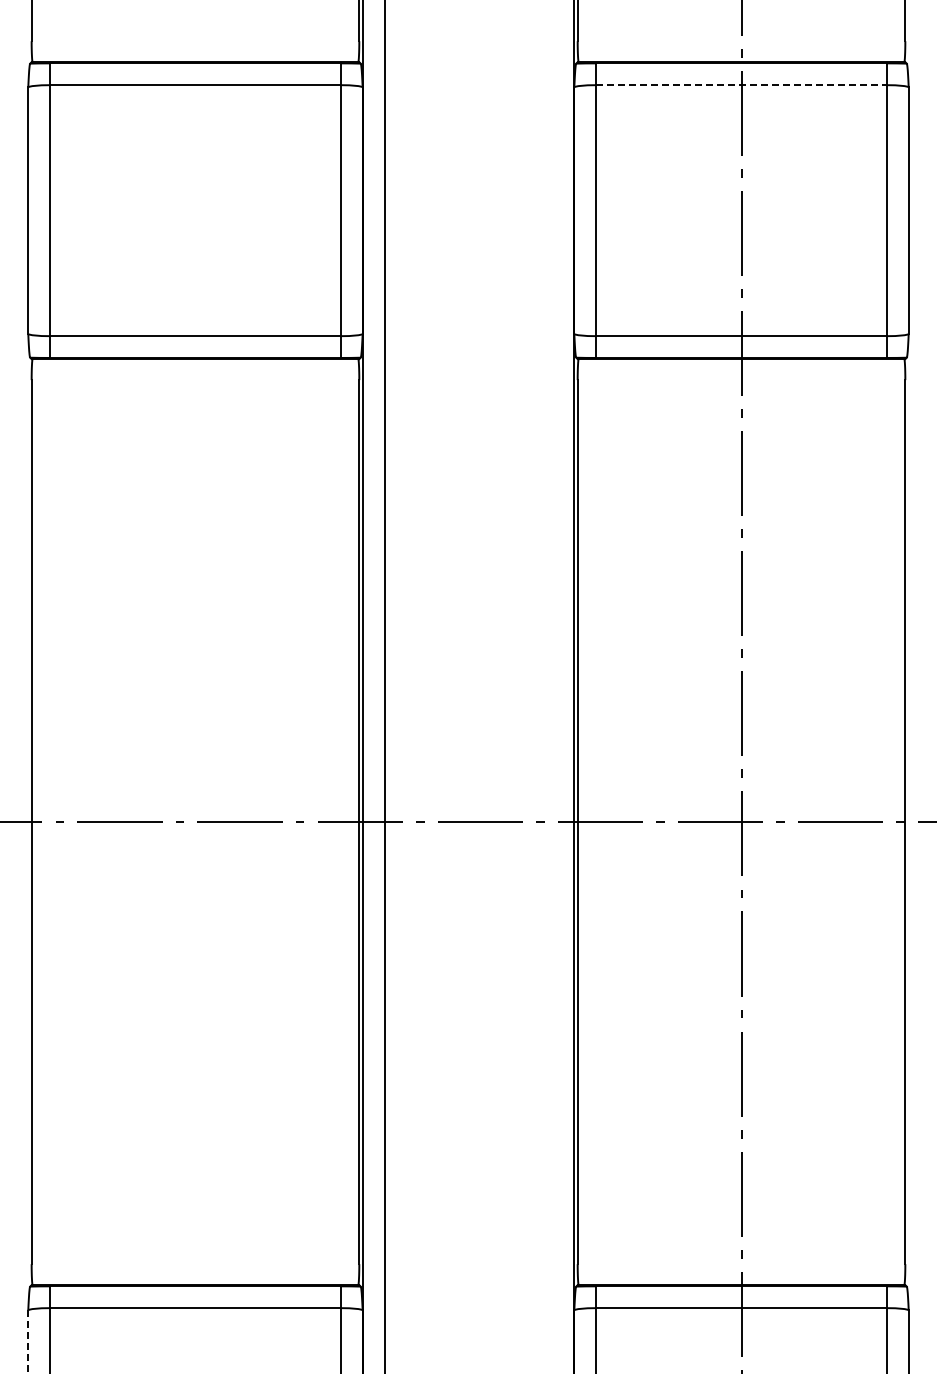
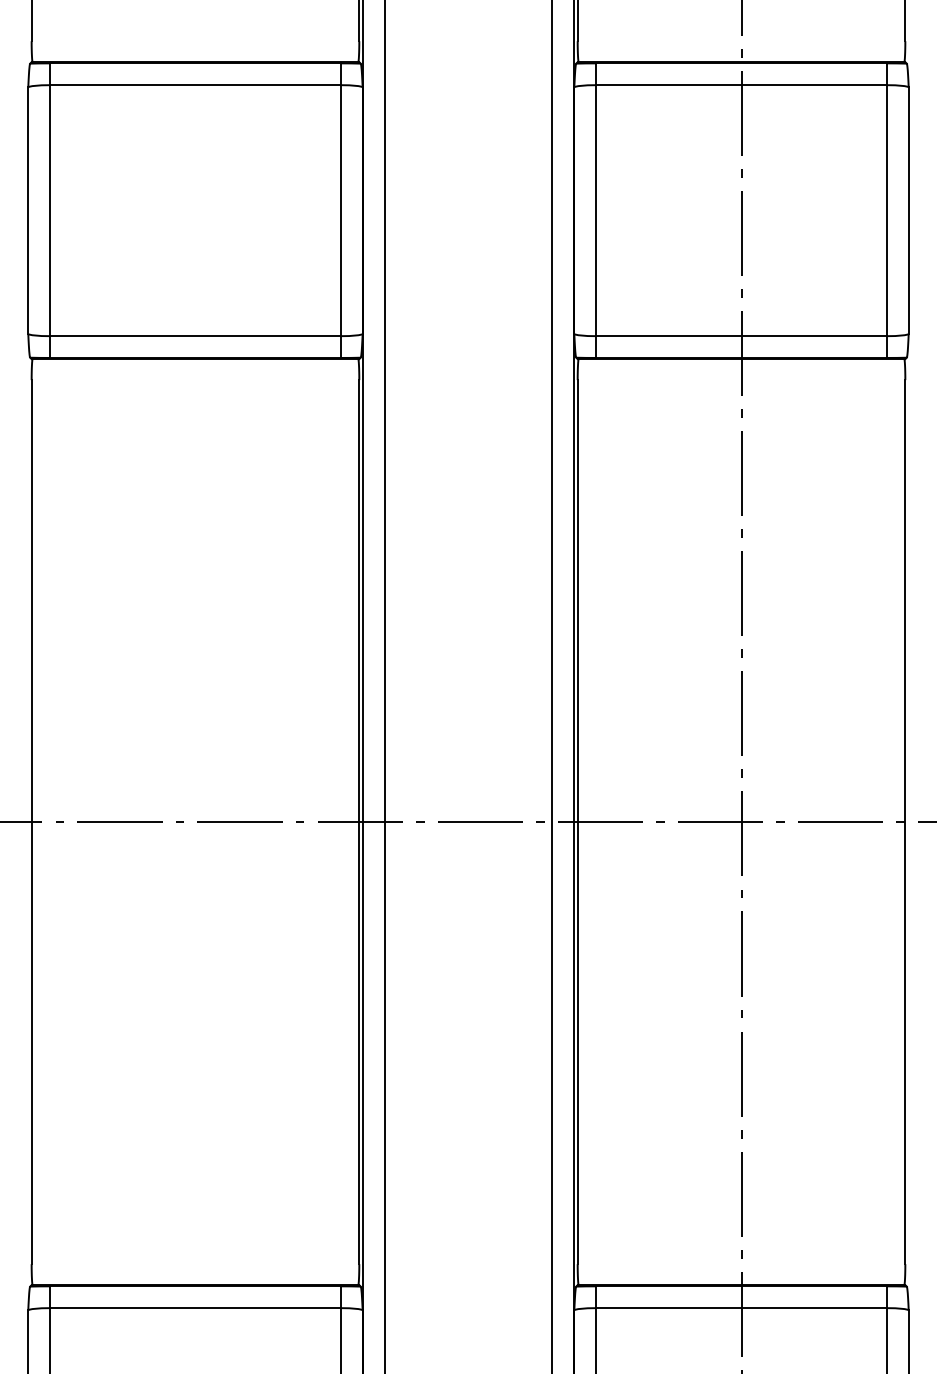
line at (742, 85): dashed -> solid
line at (552, 686): none -> present
line at (28, 1342): dashed -> solid
